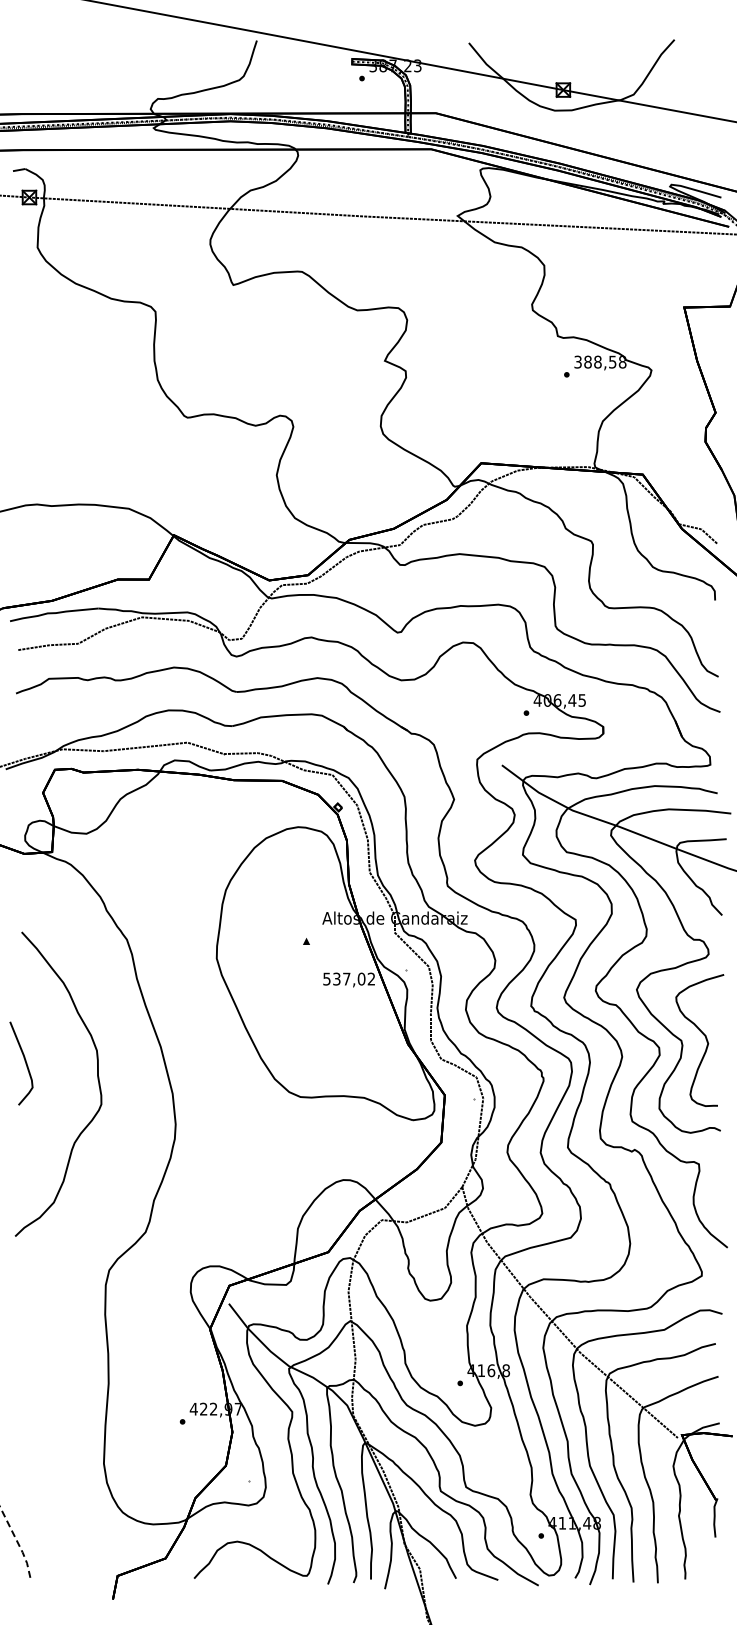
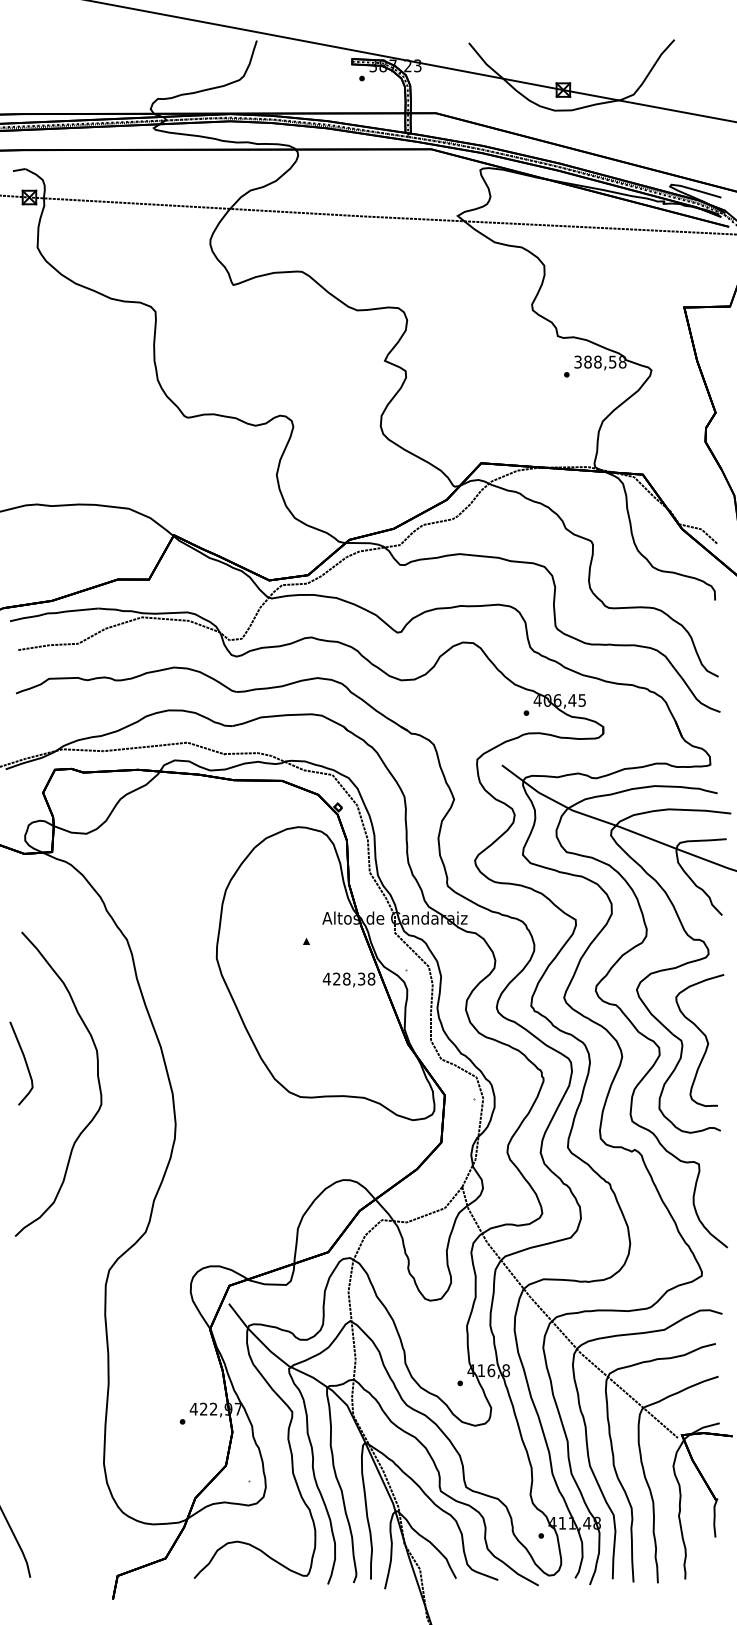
text at (348, 978): 537,02 -> 428,38
line at (17, 1542): dashed -> solid
